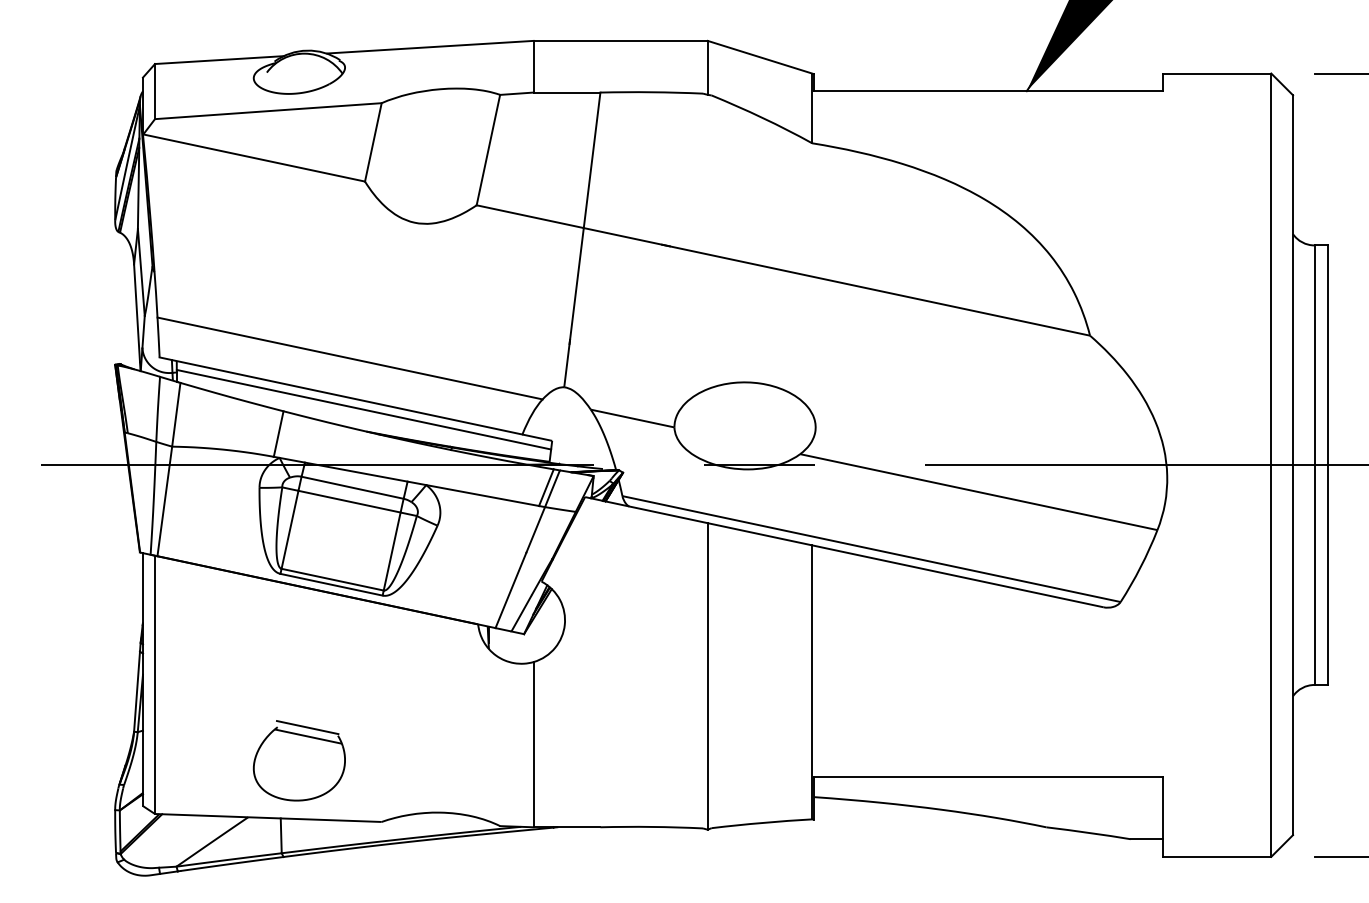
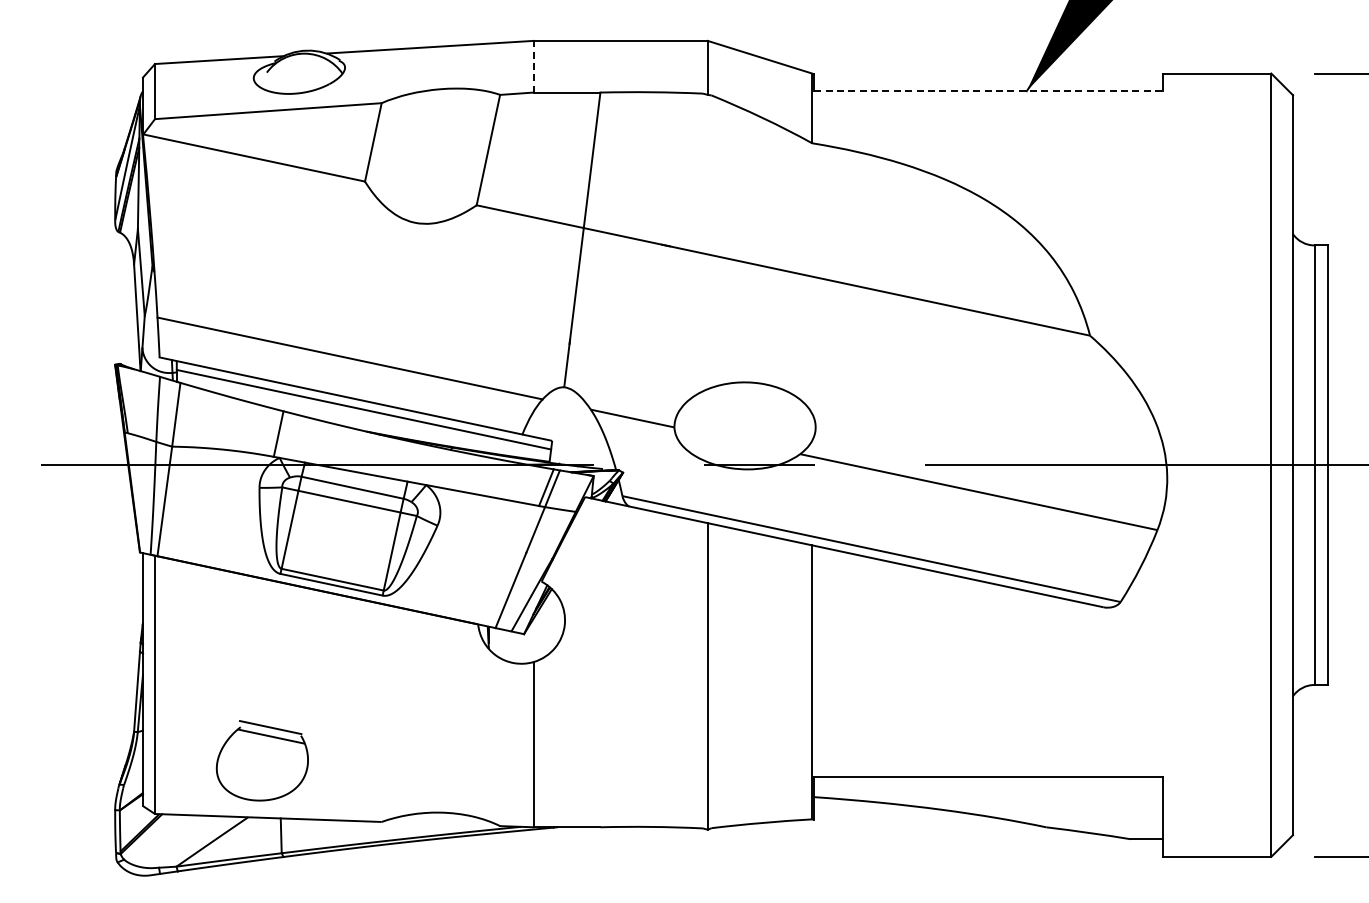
line at (533, 66): solid -> dashed
line at (988, 91): solid -> dashed
part at (298, 760) position: (298, 760) -> (261, 760)
